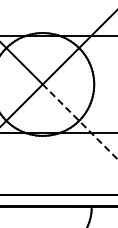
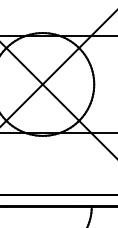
line at (80, 121): dashed -> solid
